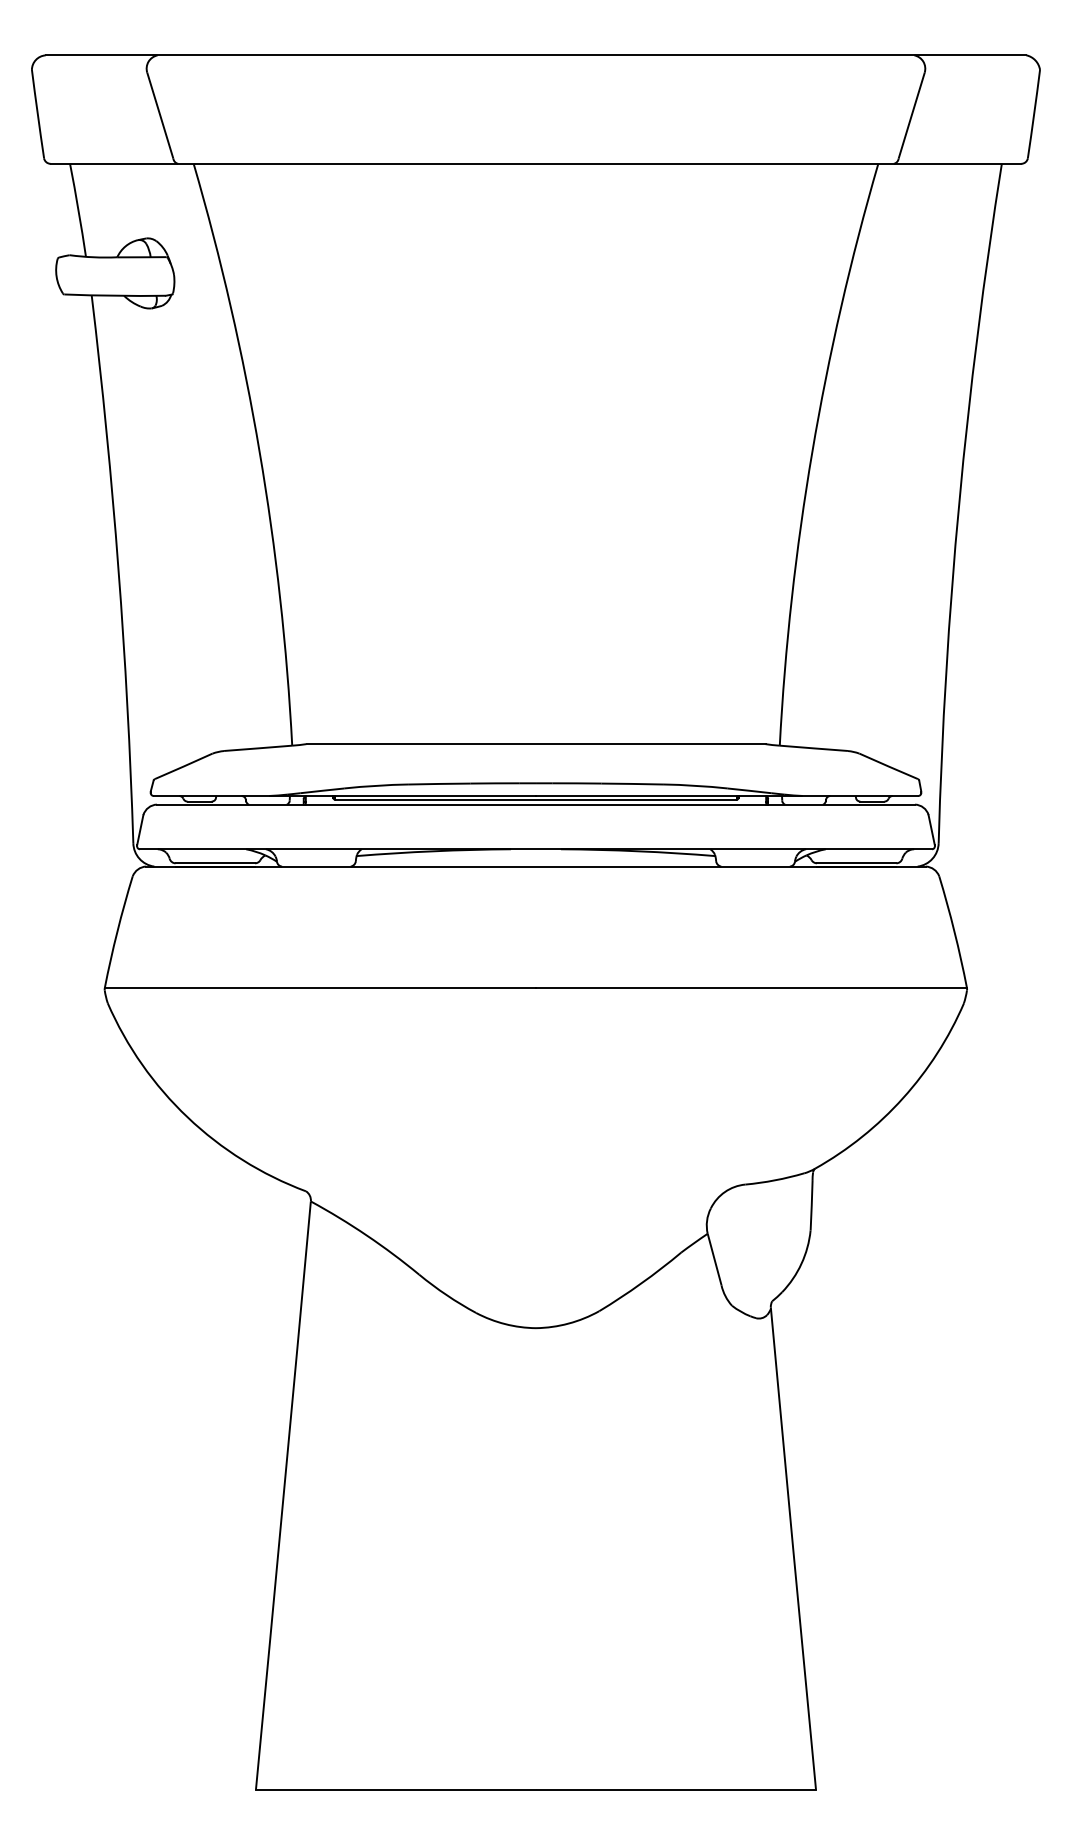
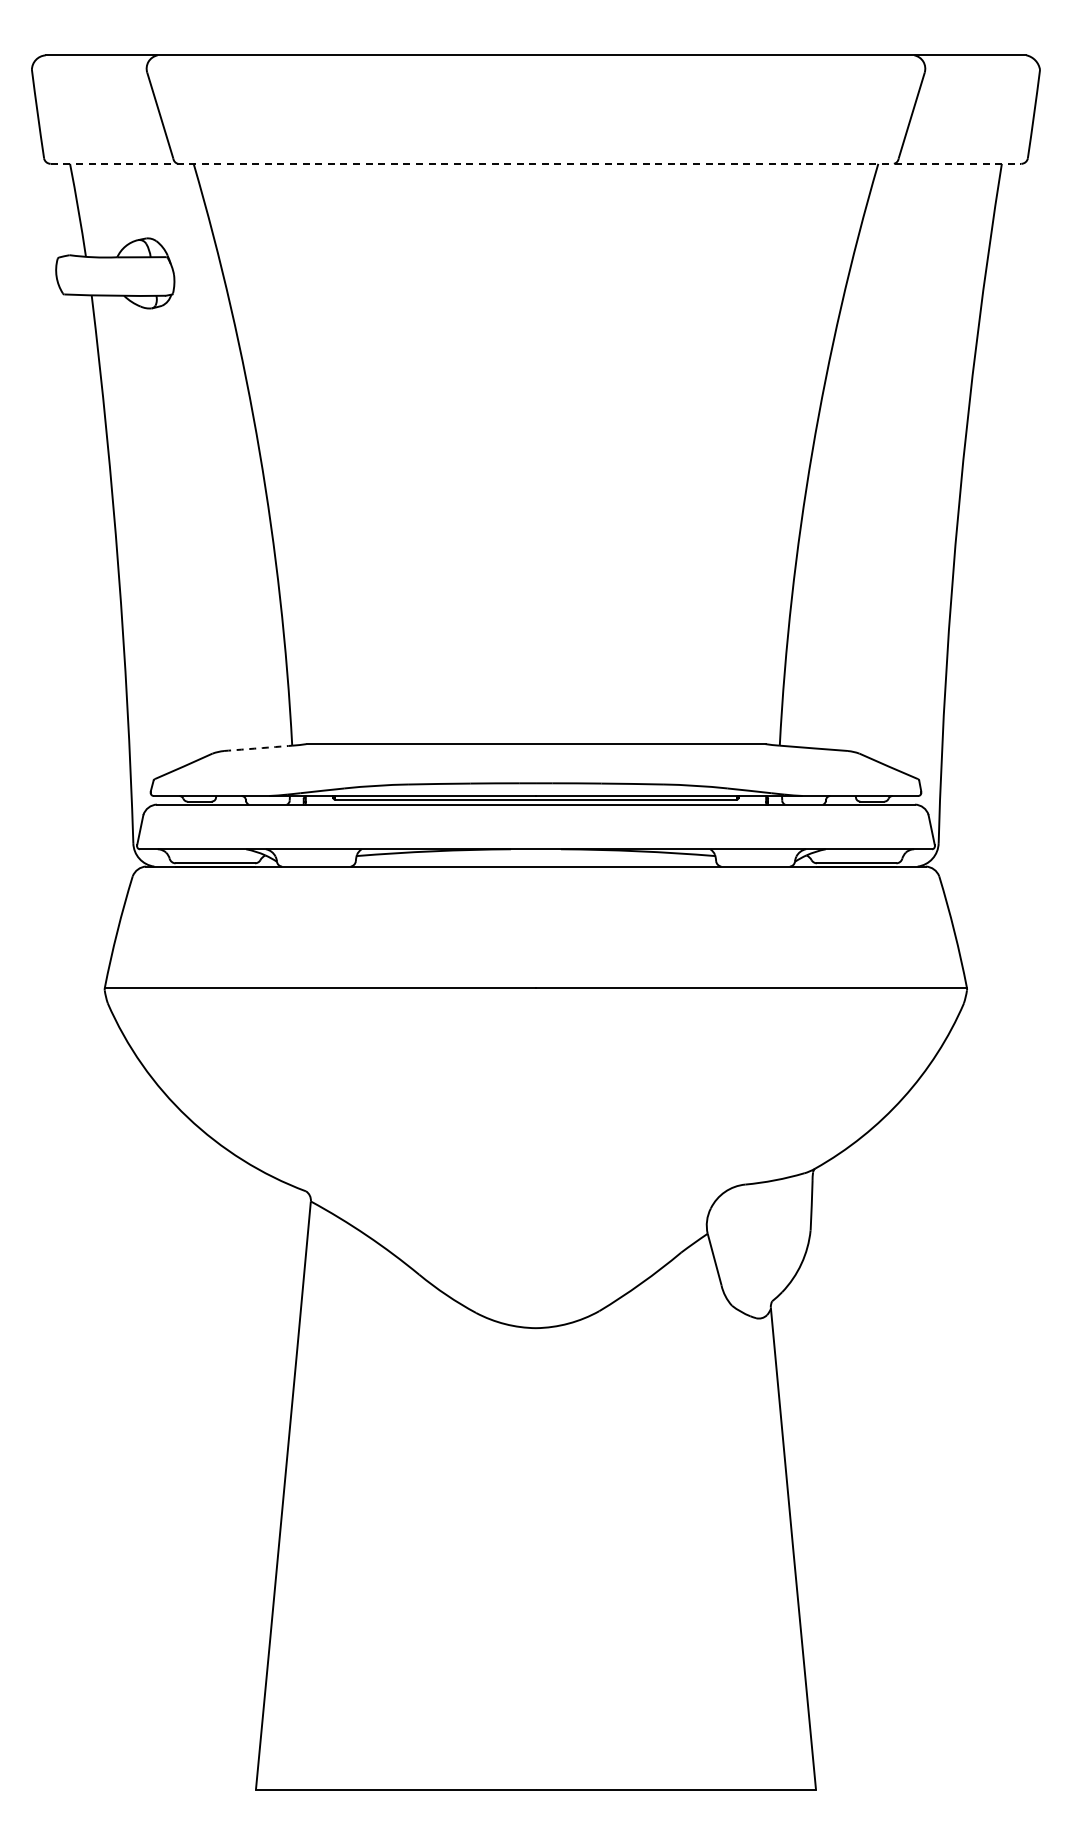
line at (536, 163): solid -> dashed
arc at (258, 748): solid -> dashed
